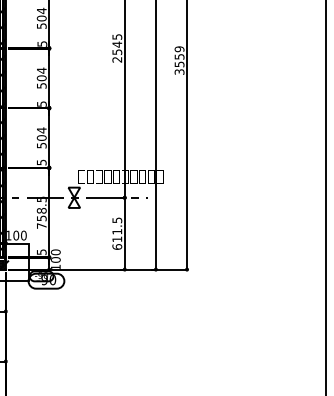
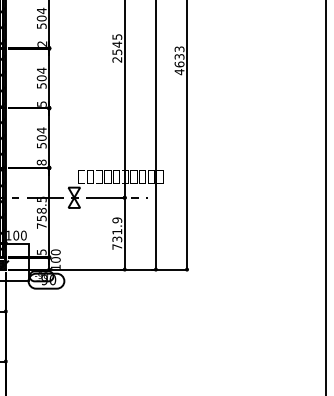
text at (42, 43): 5 -> 2
text at (179, 60): 3559 -> 4633
text at (41, 162): 5 -> 8
text at (117, 233): 611.5 -> 731.9
